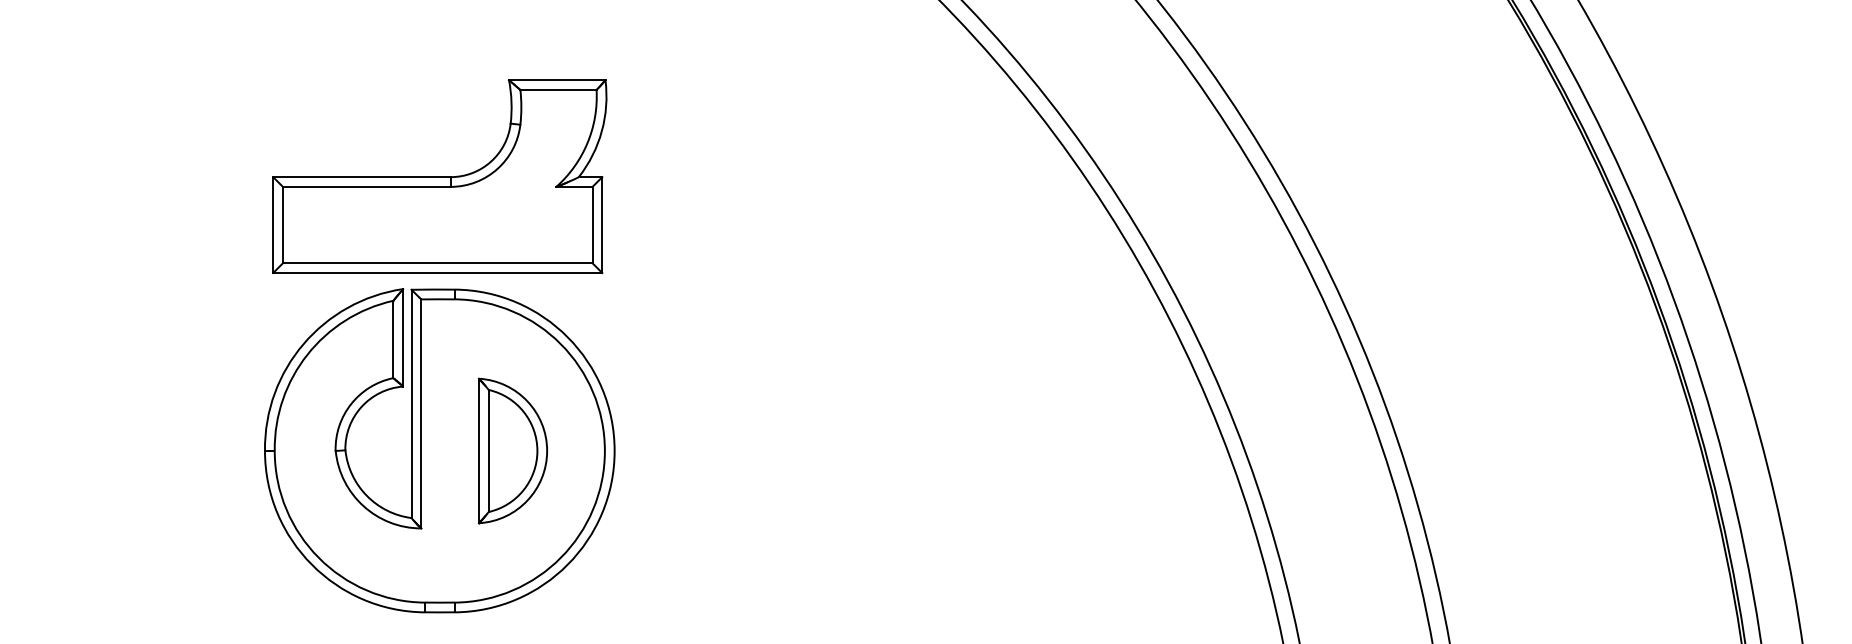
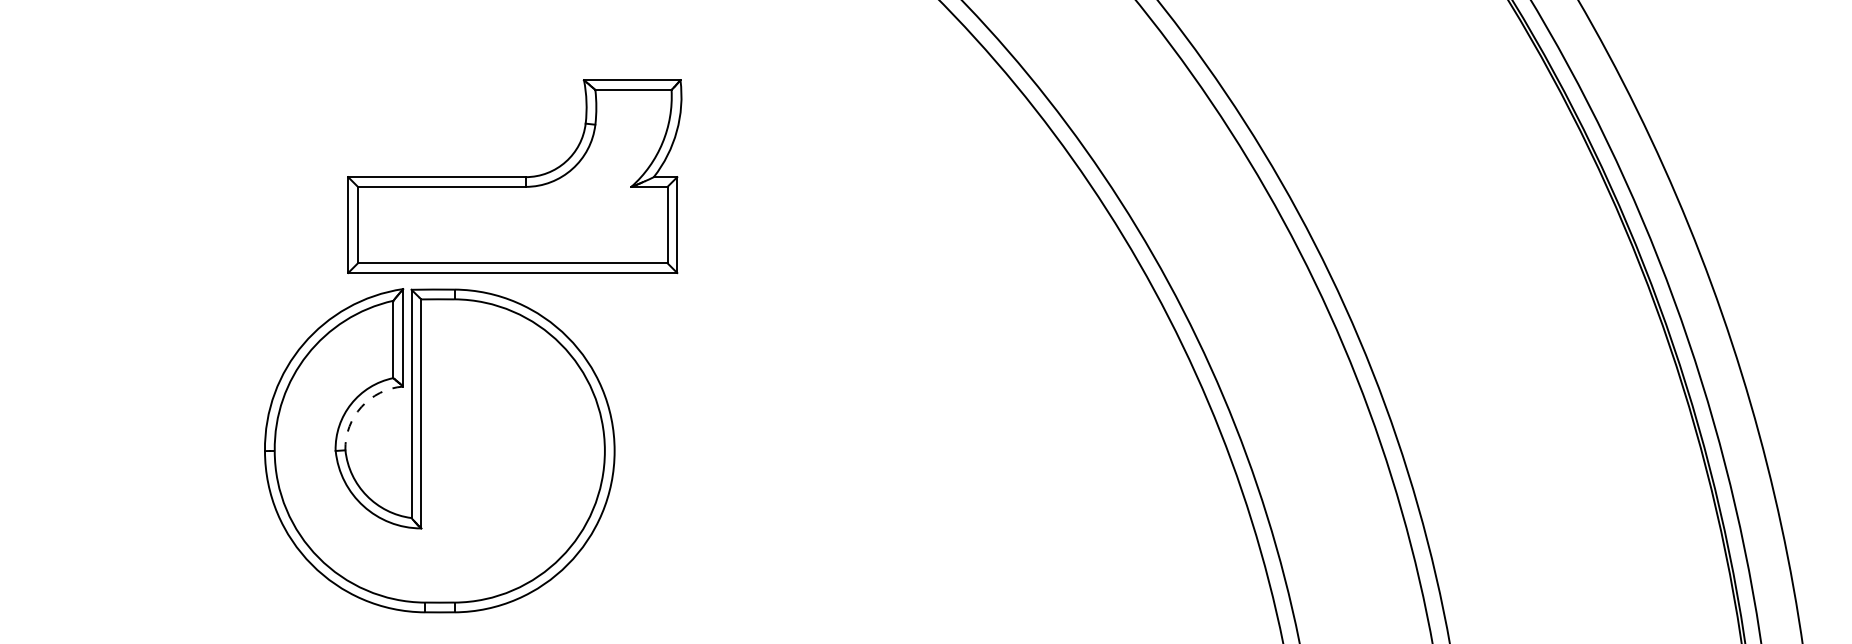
part at (439, 176) position: (439, 176) -> (514, 176)
arc at (361, 406): solid -> dashed
part at (512, 450): present -> none
